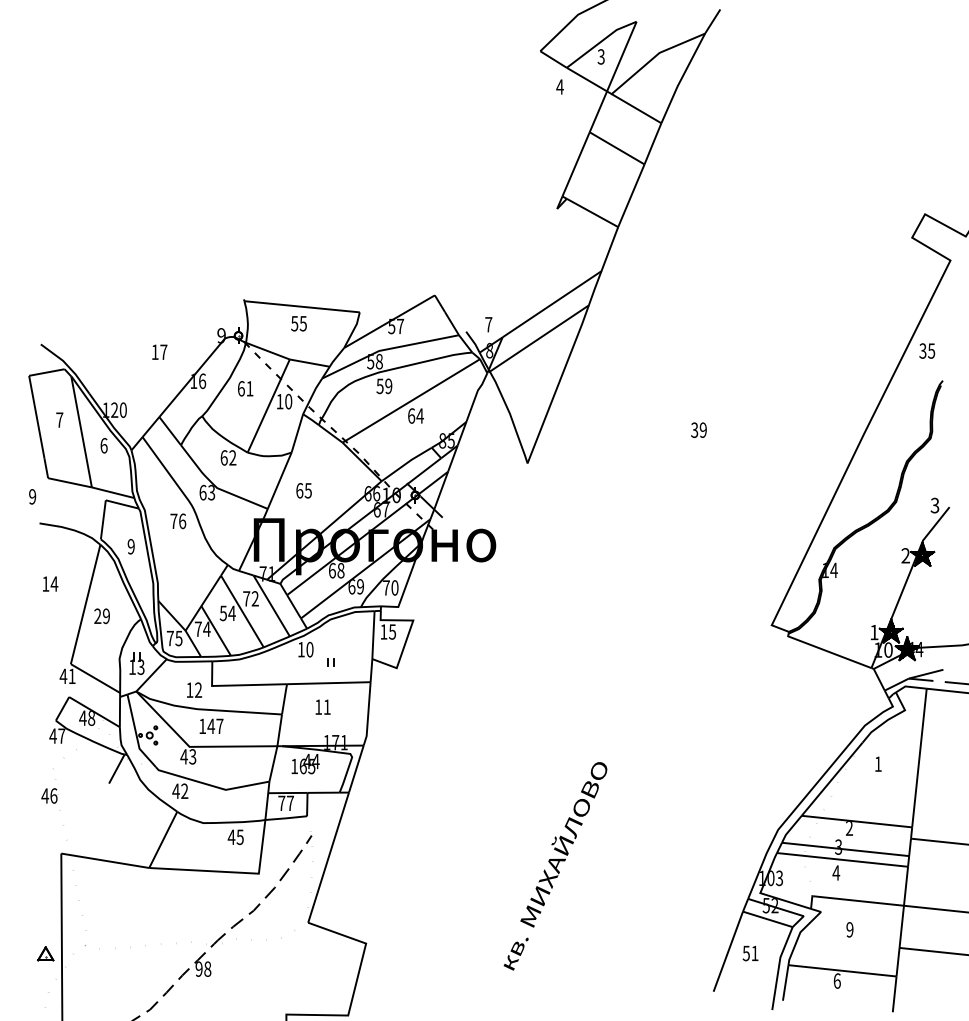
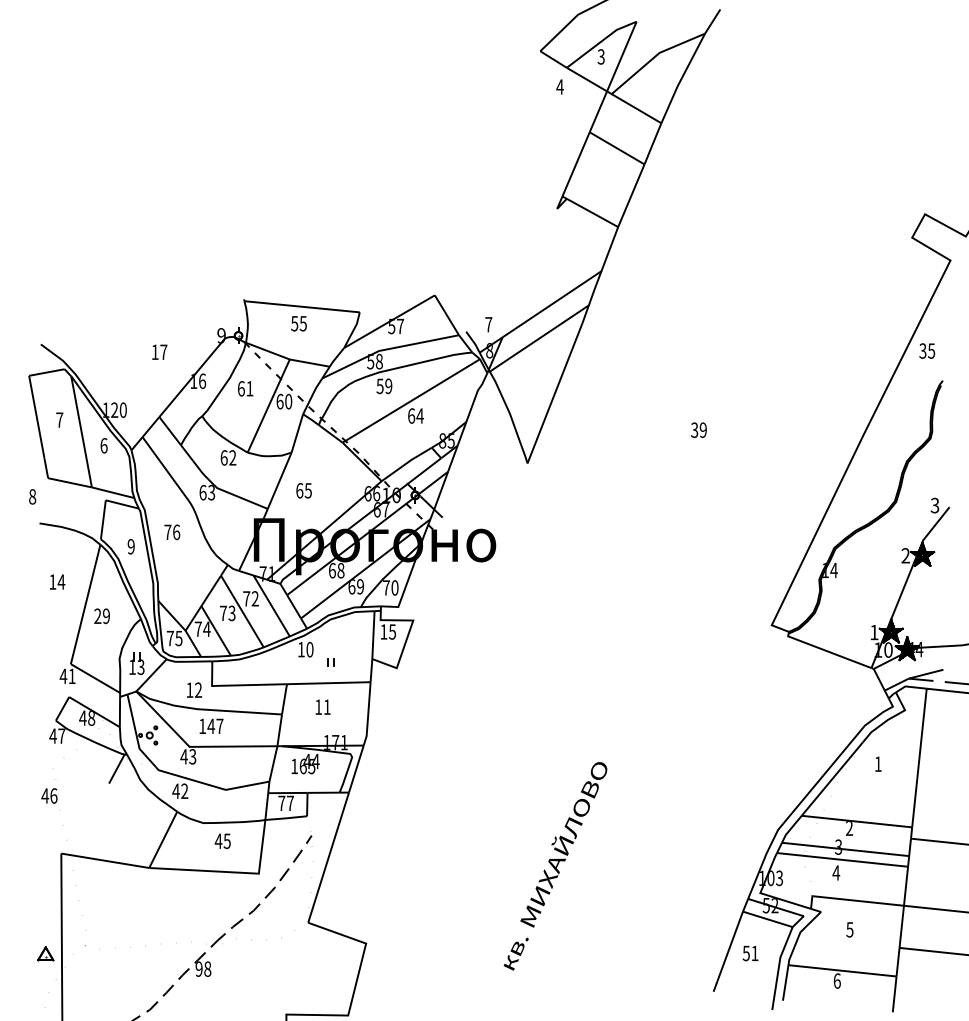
text at (279, 401): 10 -> 60
text at (32, 496): 9 -> 8
text at (178, 521) position: (178, 521) -> (172, 532)
text at (50, 583) position: (50, 583) -> (57, 581)
text at (227, 613): 54 -> 73
text at (235, 837) position: (235, 837) -> (222, 841)
text at (849, 929): 9 -> 5
